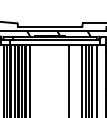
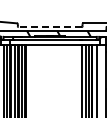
line at (49, 26): solid -> dashed
line at (29, 79): present -> none
line at (69, 79): present -> none
